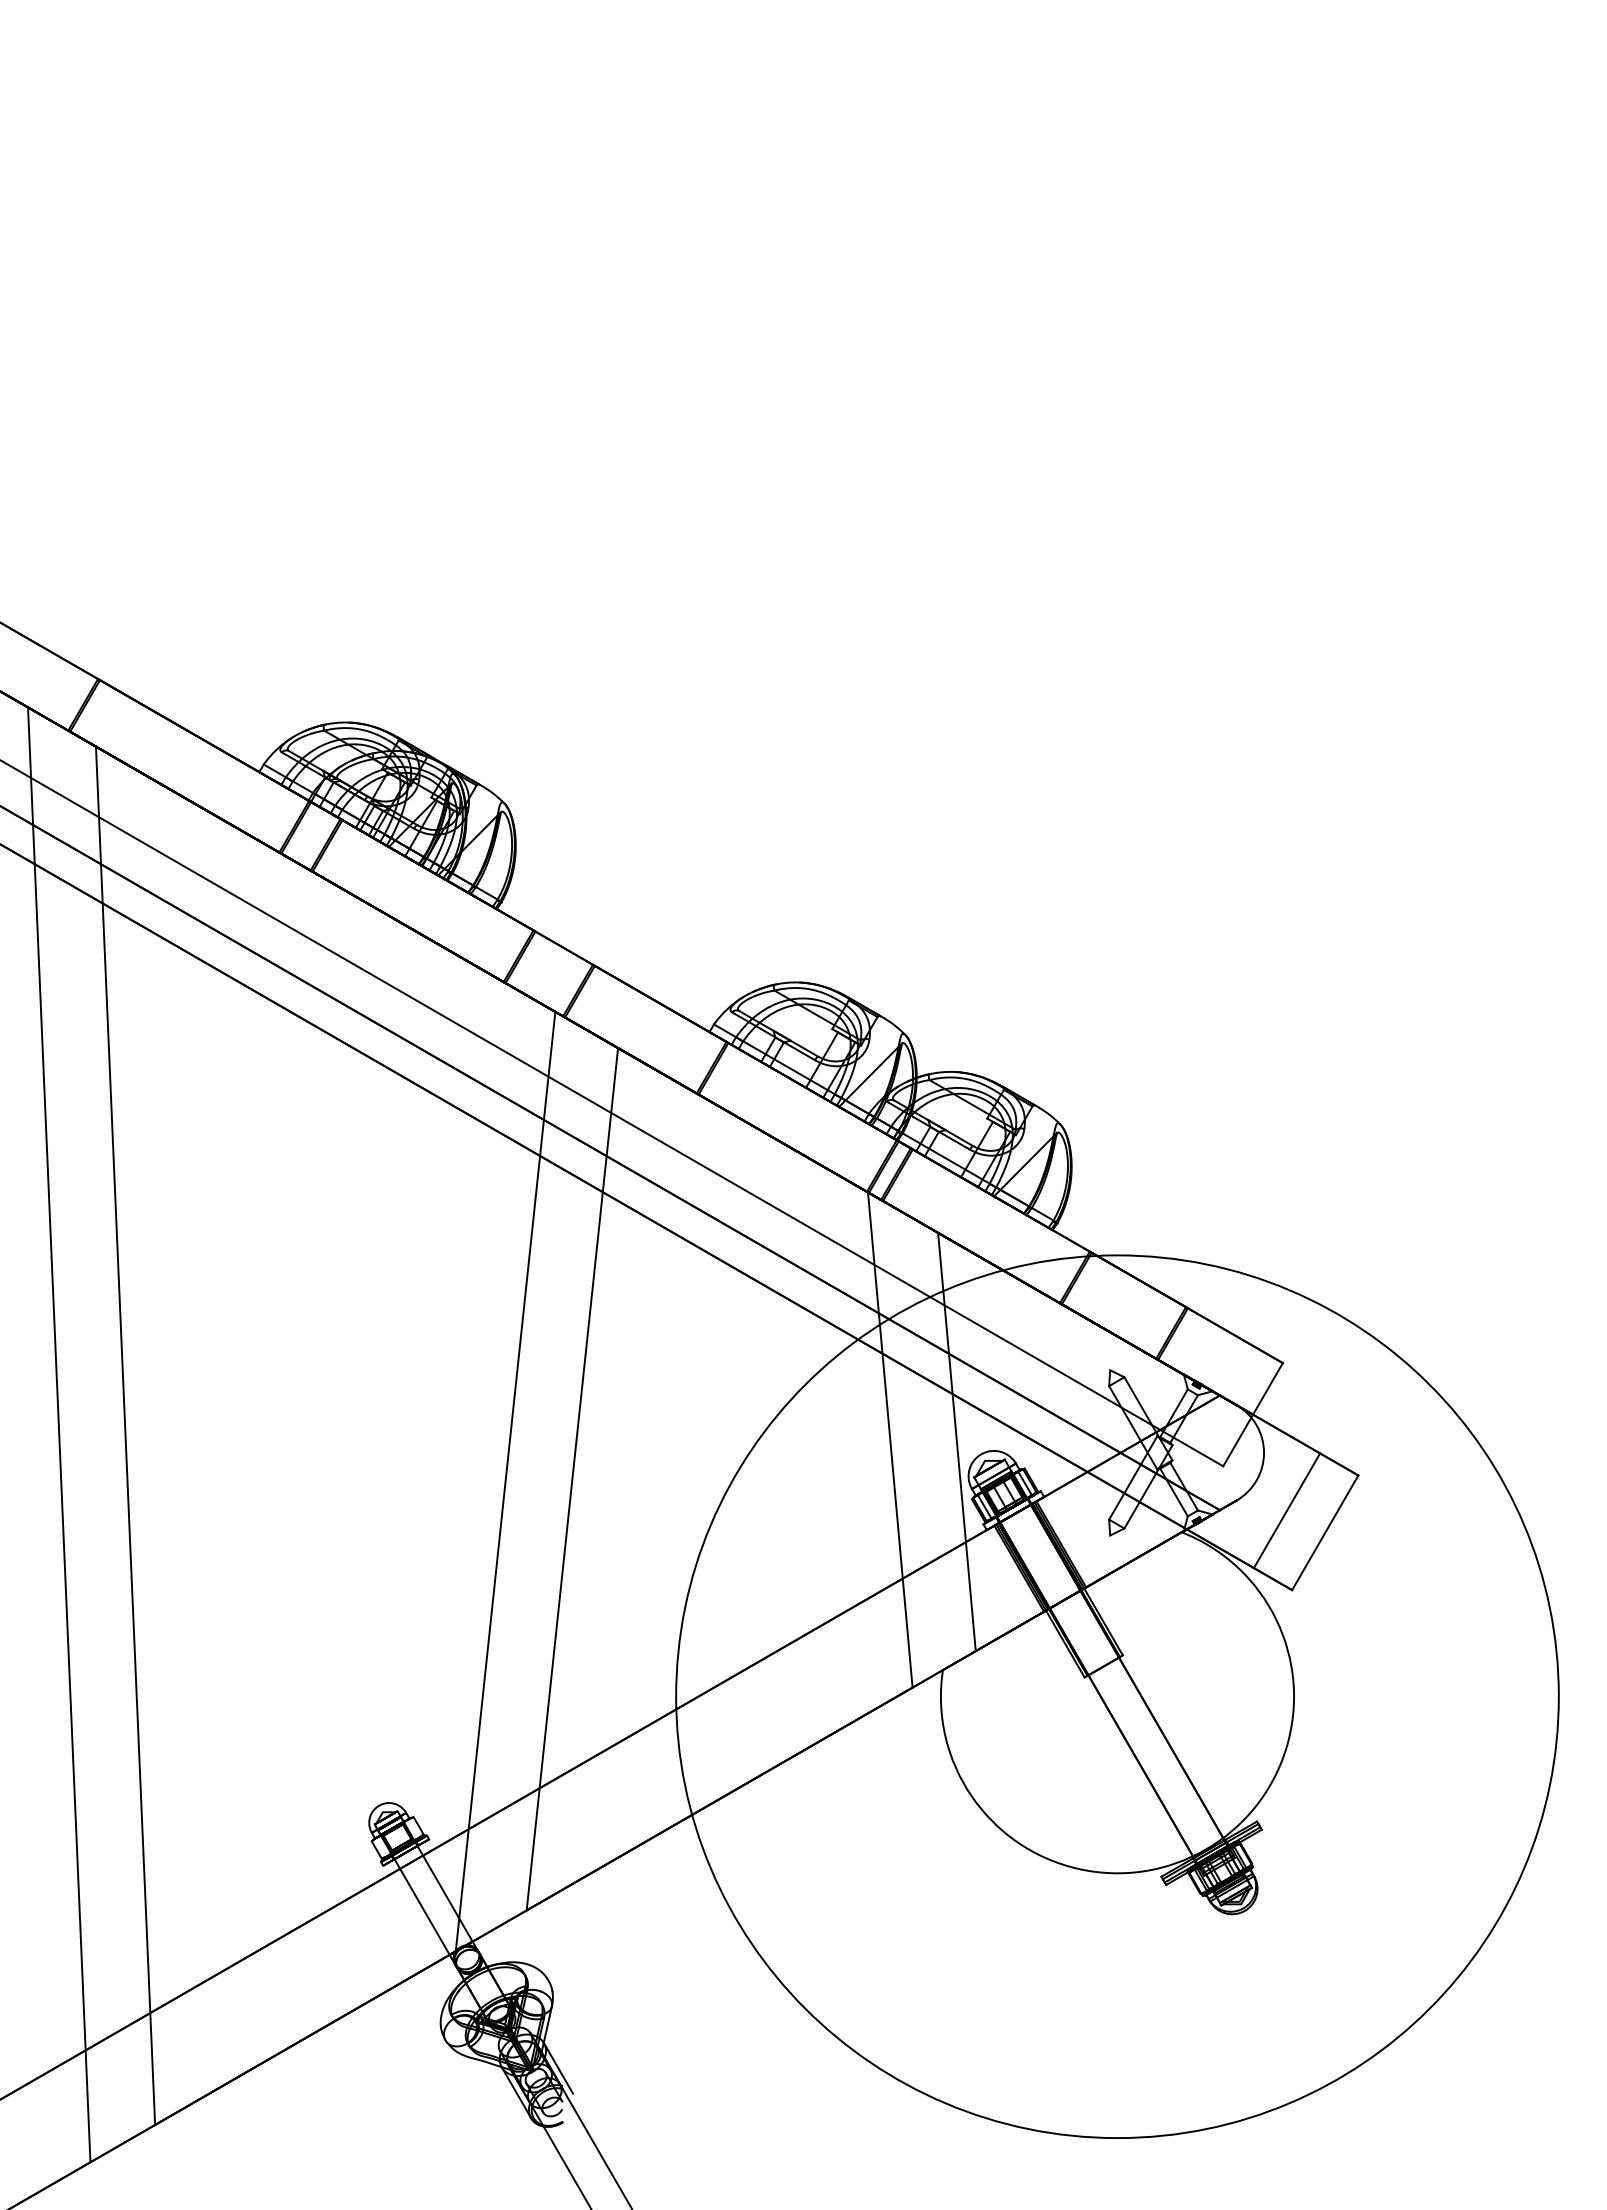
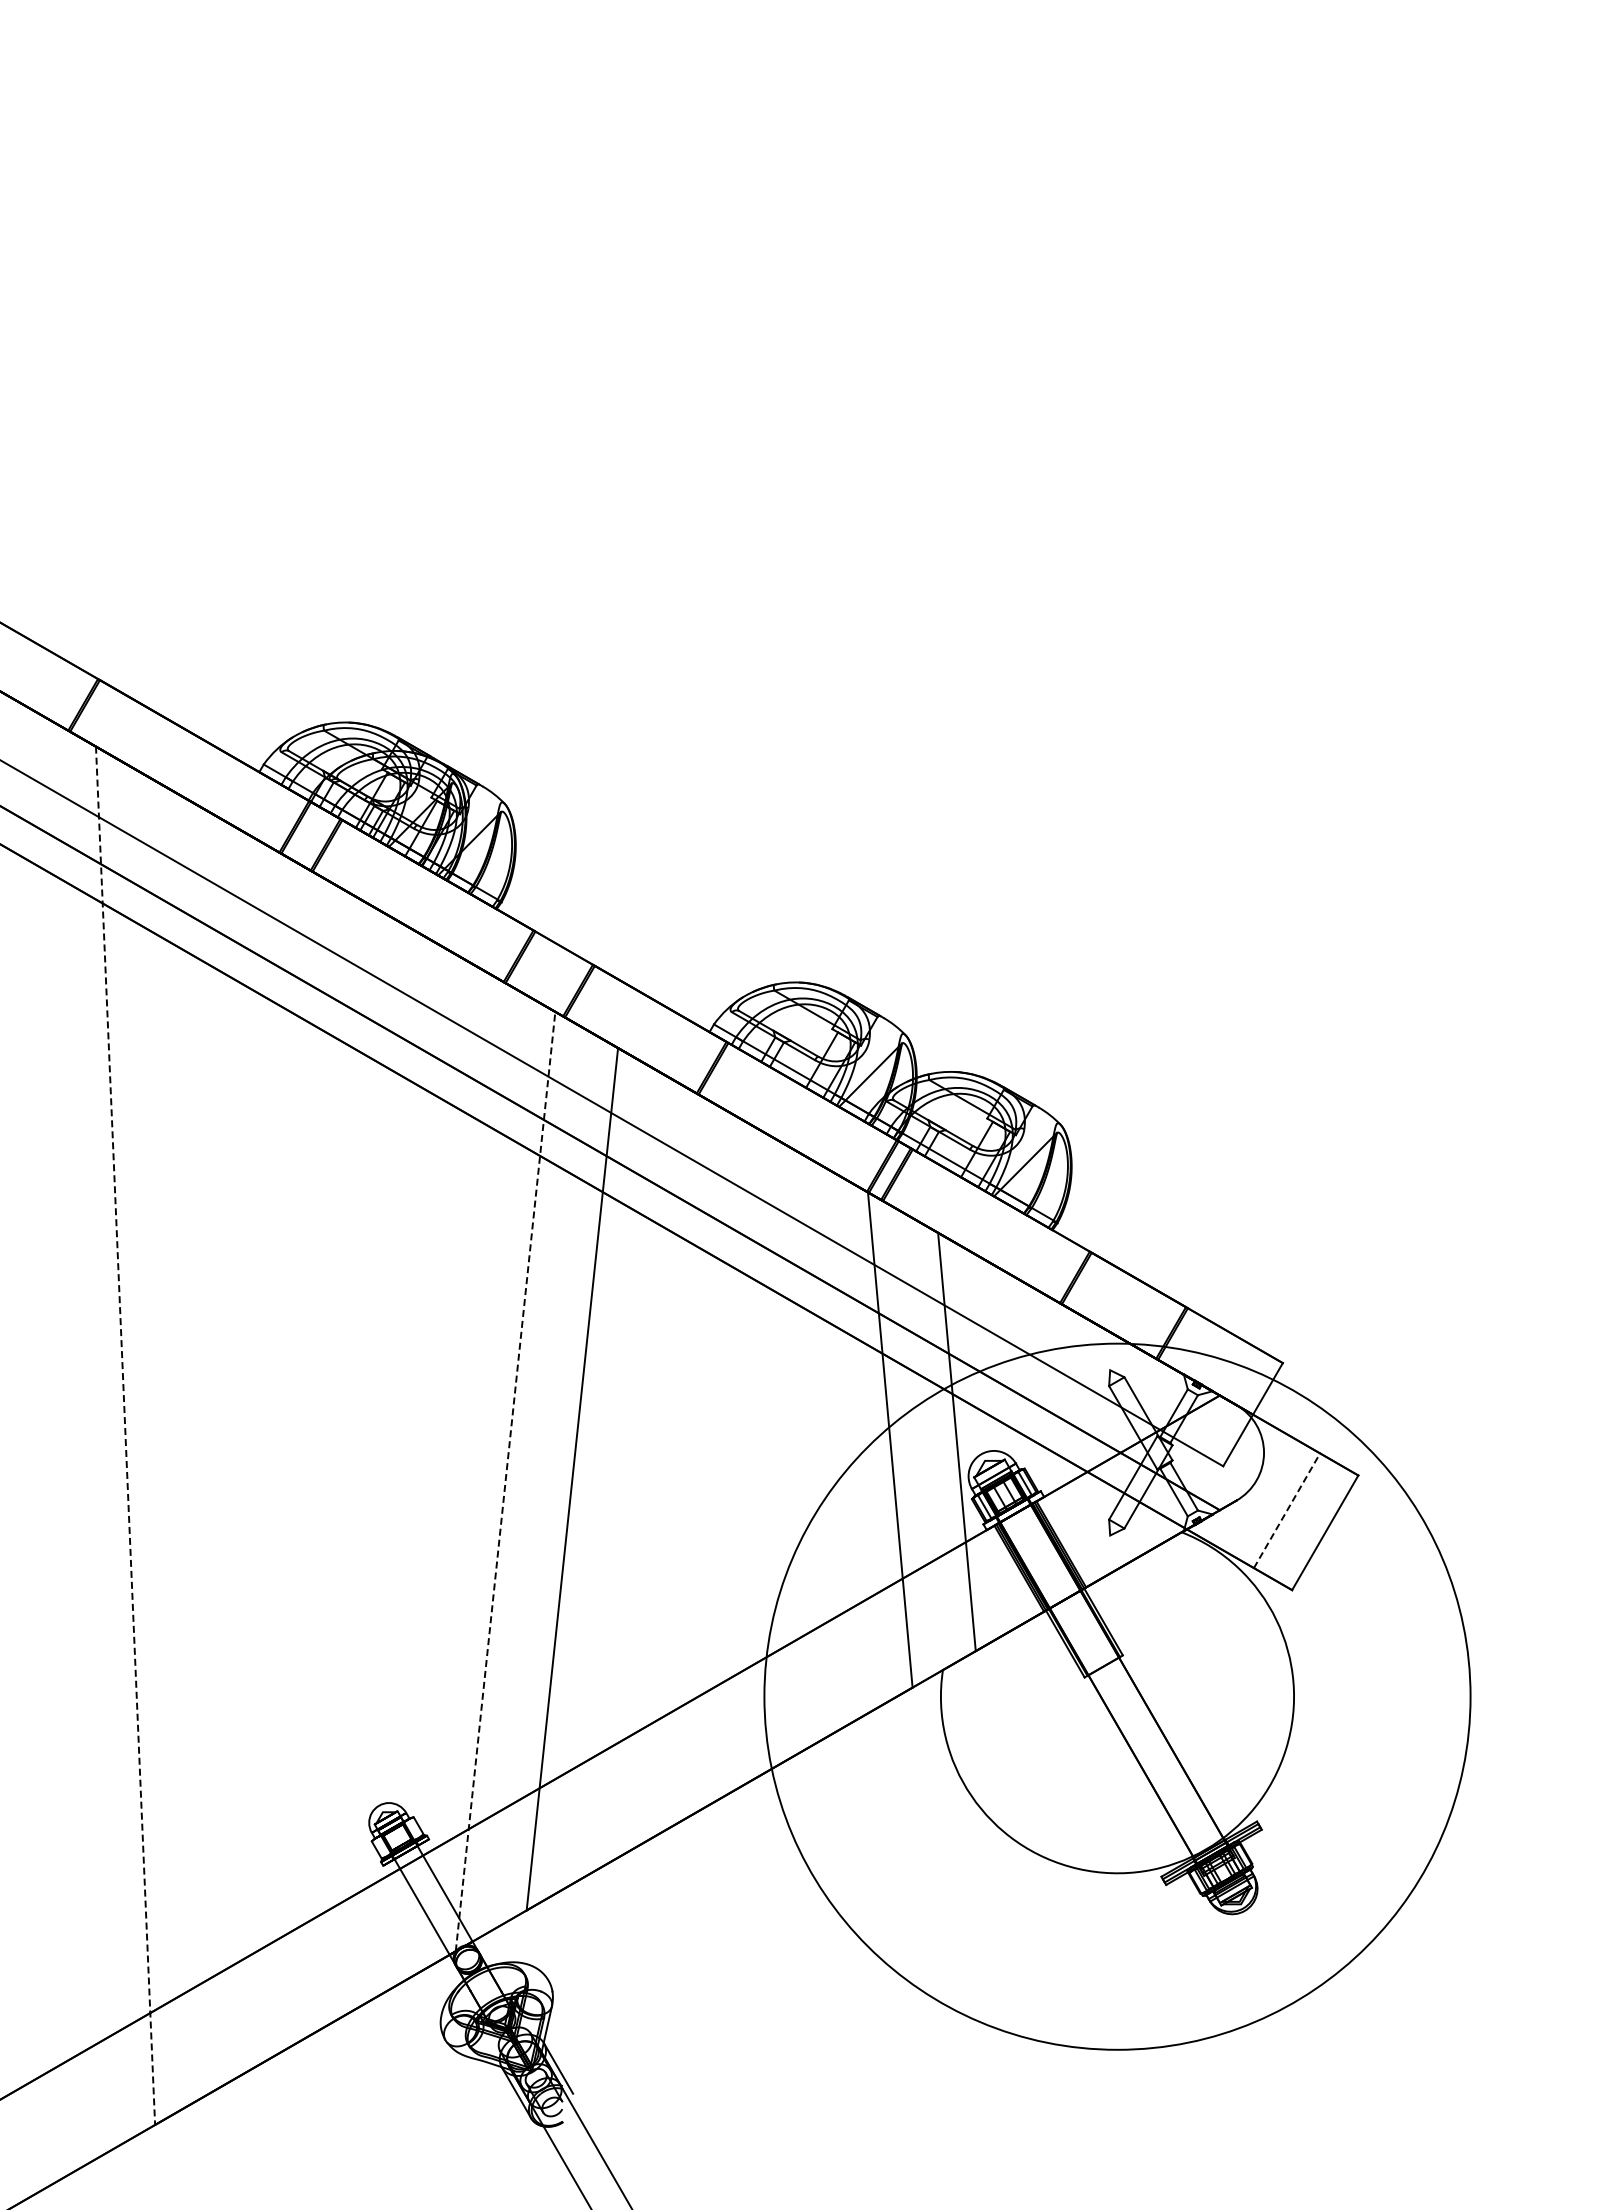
line at (59, 1434): present -> none
line at (125, 1435): solid -> dashed
line at (505, 1481): solid -> dashed
line at (1287, 1510): solid -> dashed
circle at (1117, 1696) diameter: 883 px -> 706 px
